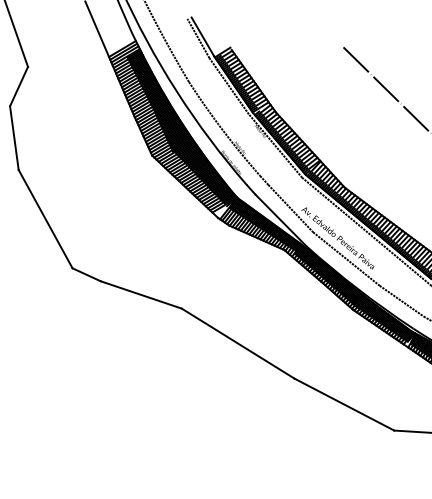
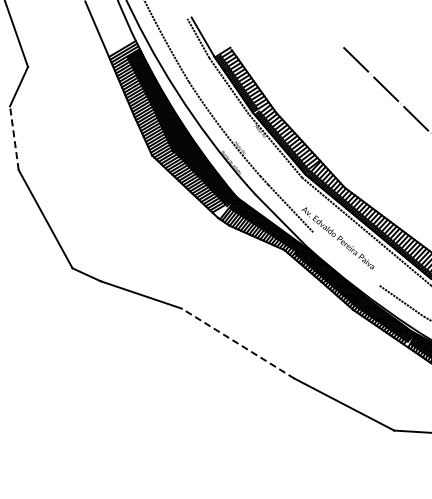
line at (14, 137): solid -> dashed
line at (346, 258): present -> none
line at (237, 343): solid -> dashed
